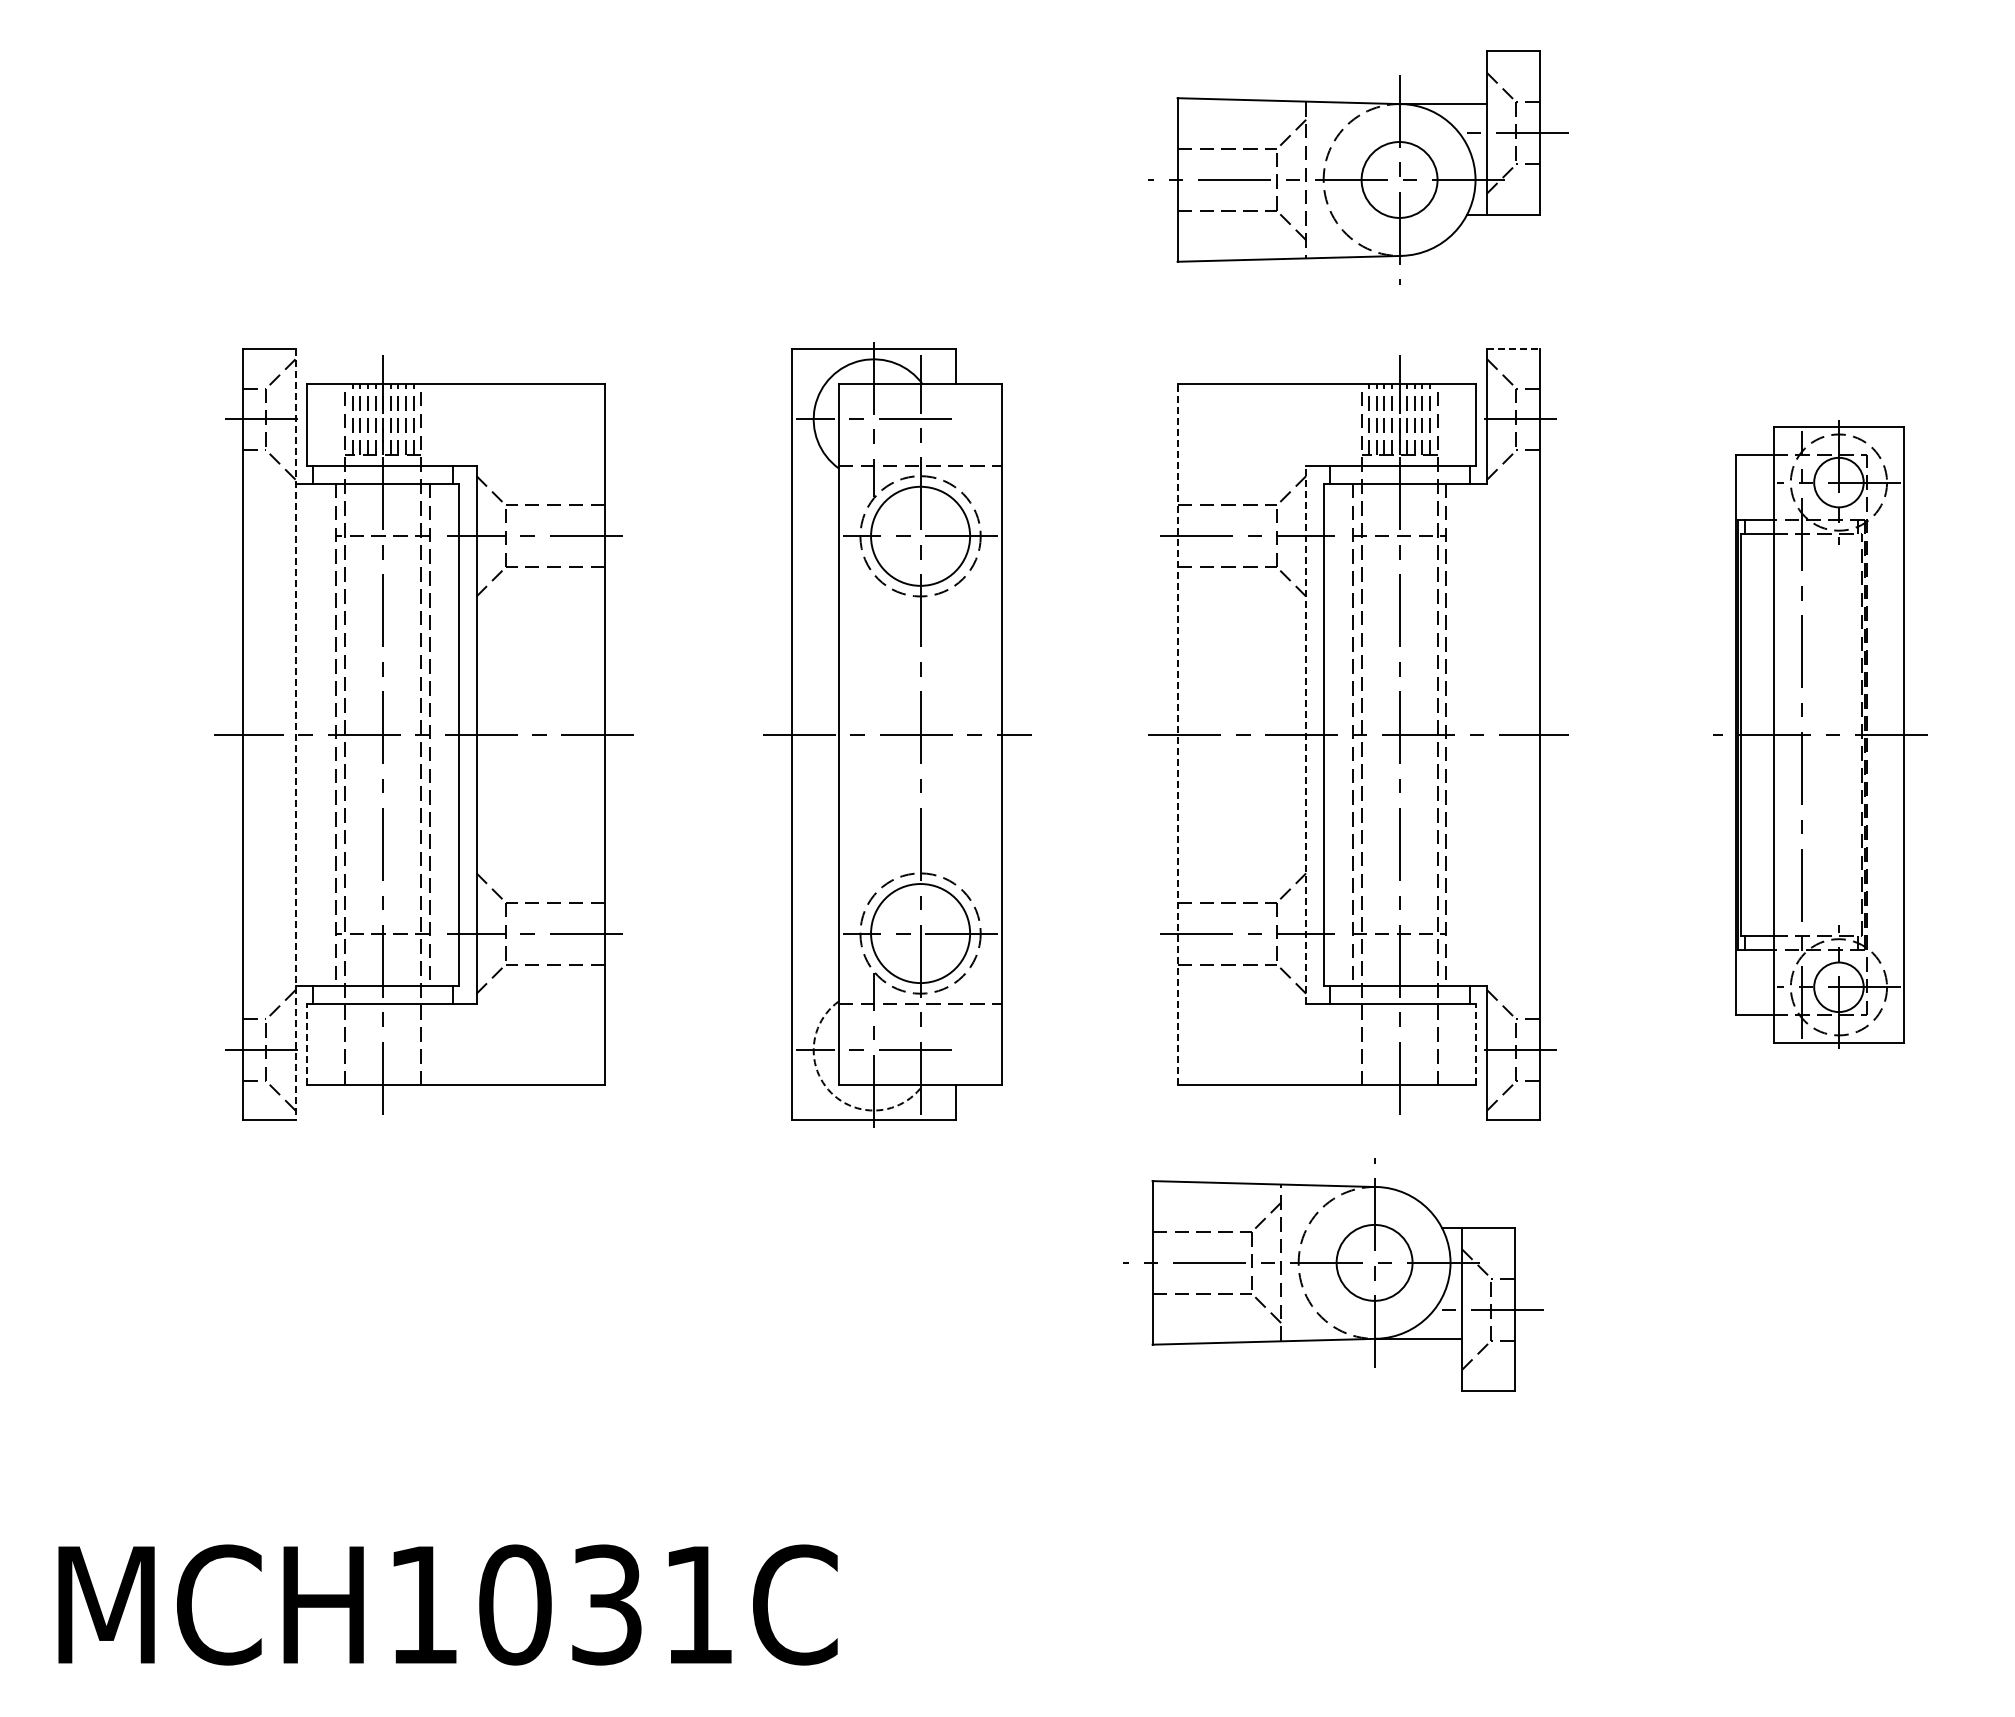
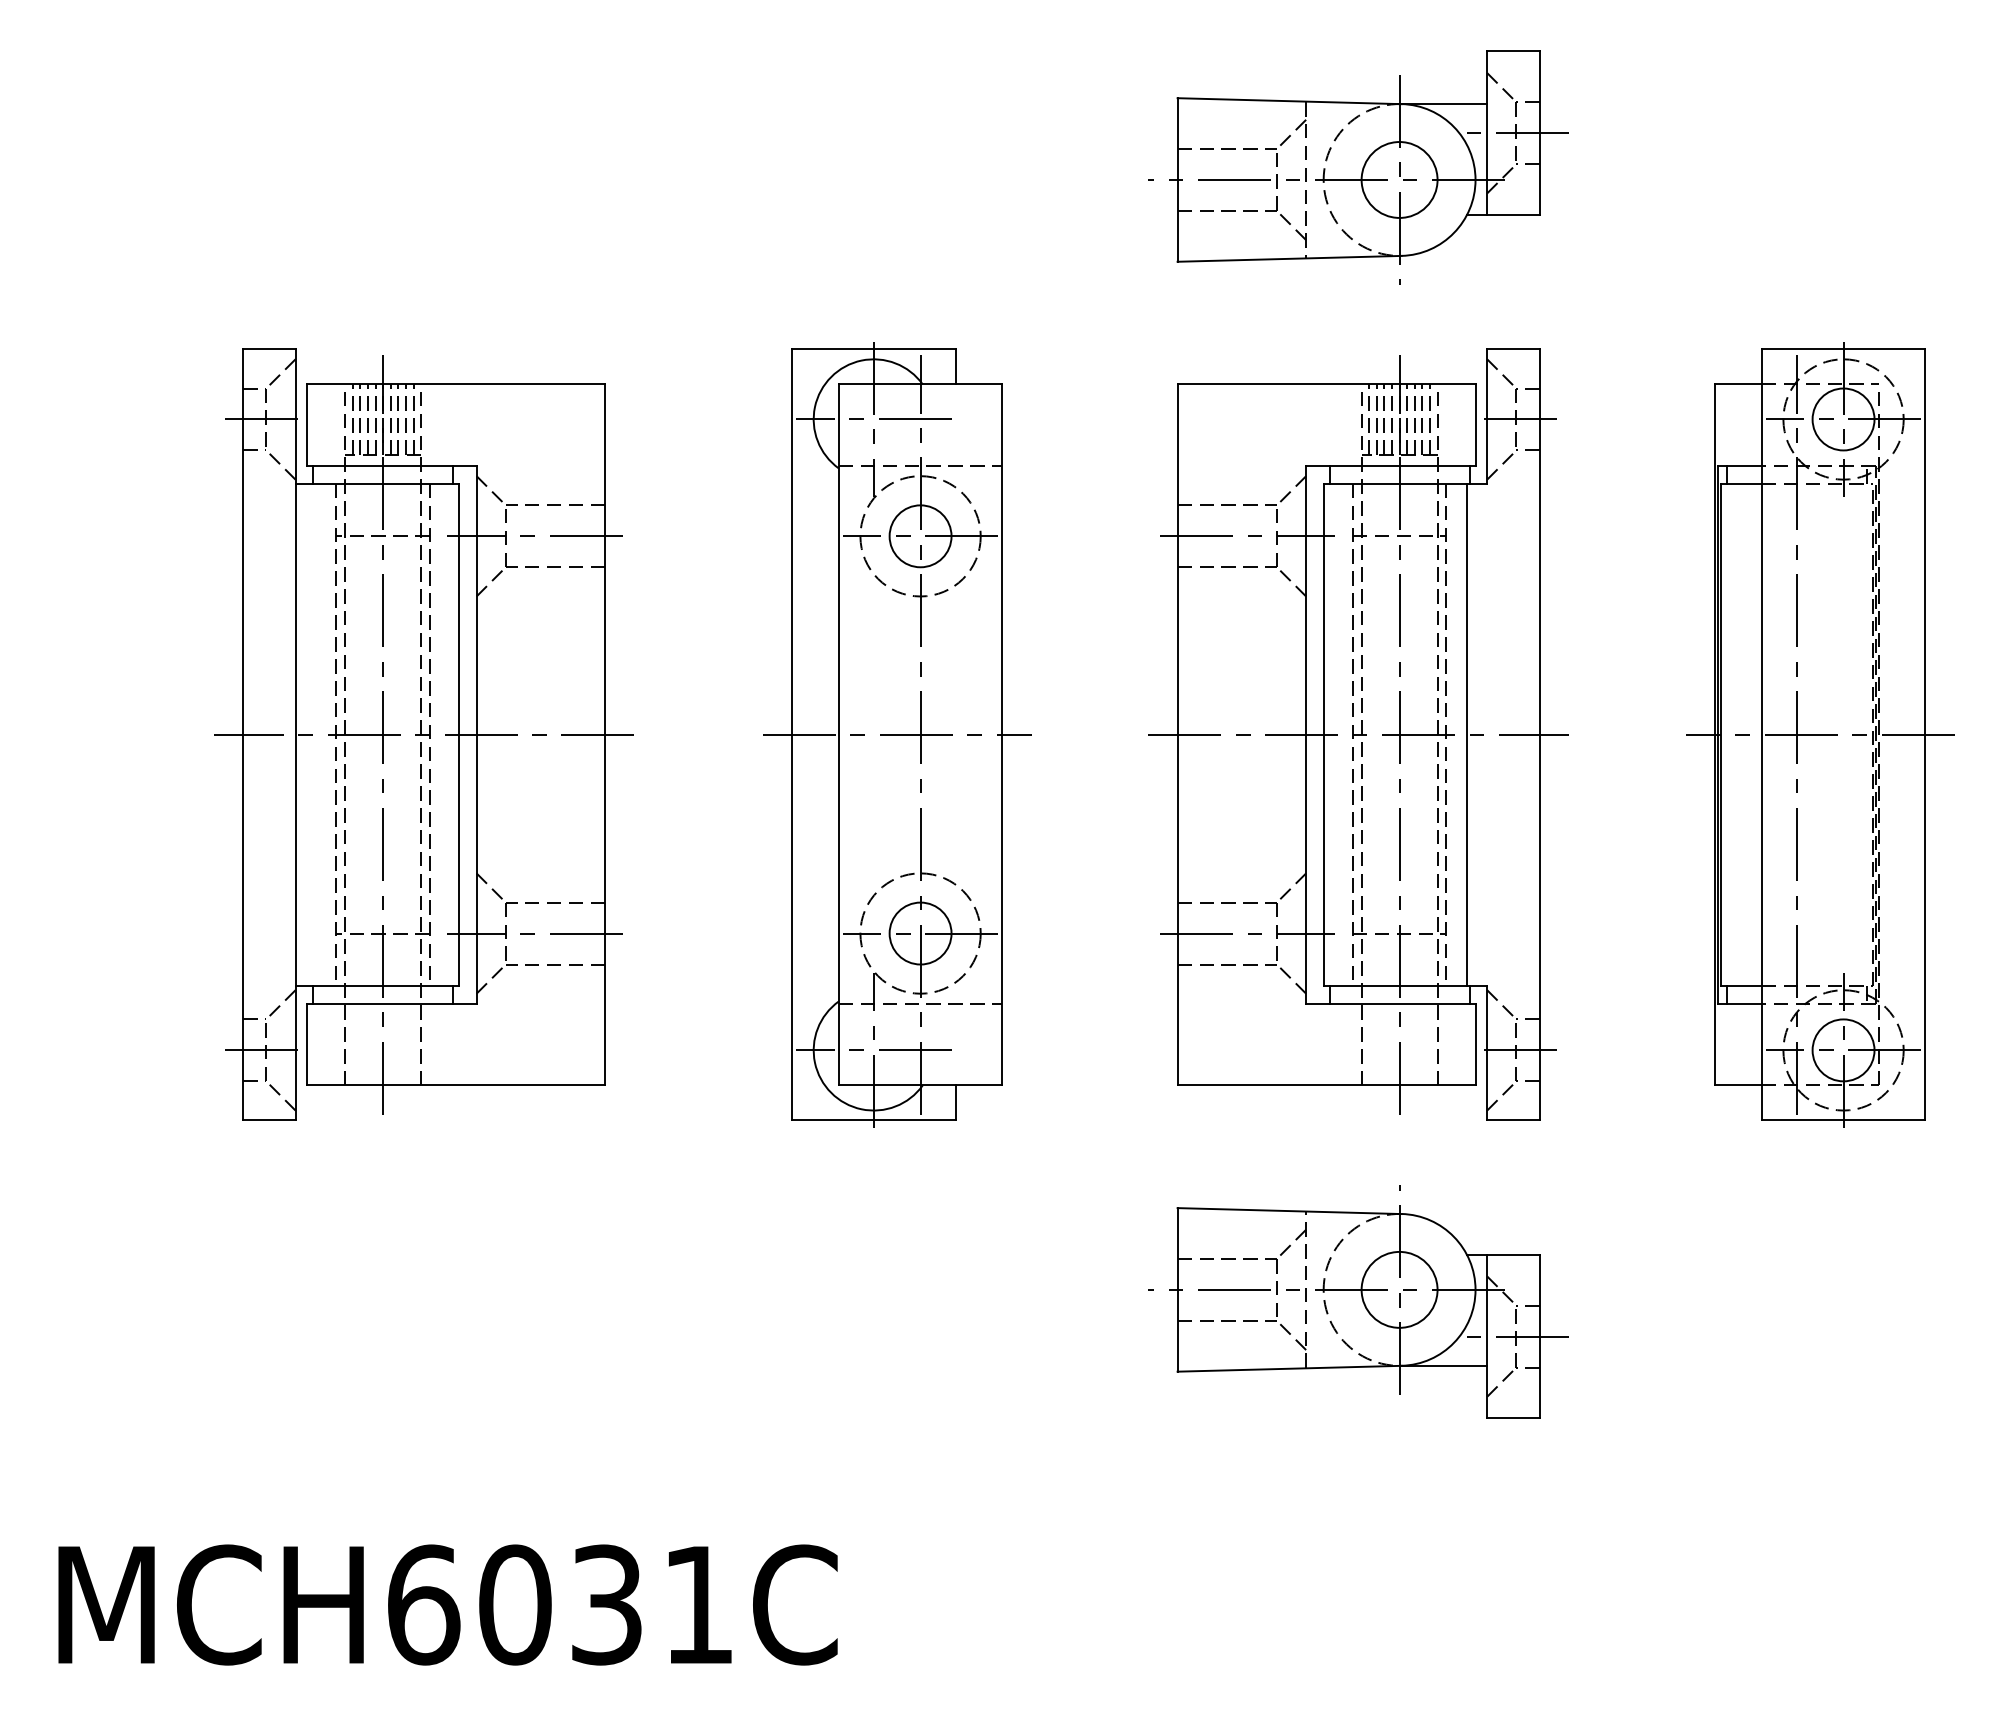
line at (1514, 349): dashed -> solid
circle at (920, 535) diameter: 99 px -> 62 px
line at (295, 734): dashed -> solid
line at (1177, 734): dashed -> solid
line at (1306, 734): dashed -> solid
line at (1467, 734): none -> present
part at (1820, 734) size: 215x629 px -> 269x786 px
circle at (920, 933) diameter: 99 px -> 62 px
line at (307, 1044): dashed -> solid
line at (1475, 1044): dashed -> solid
arc at (831, 1092): dashed -> solid
part at (1333, 1274) position: (1333, 1274) -> (1358, 1301)
text at (424, 1604): MCH1031C -> MCH6031C
